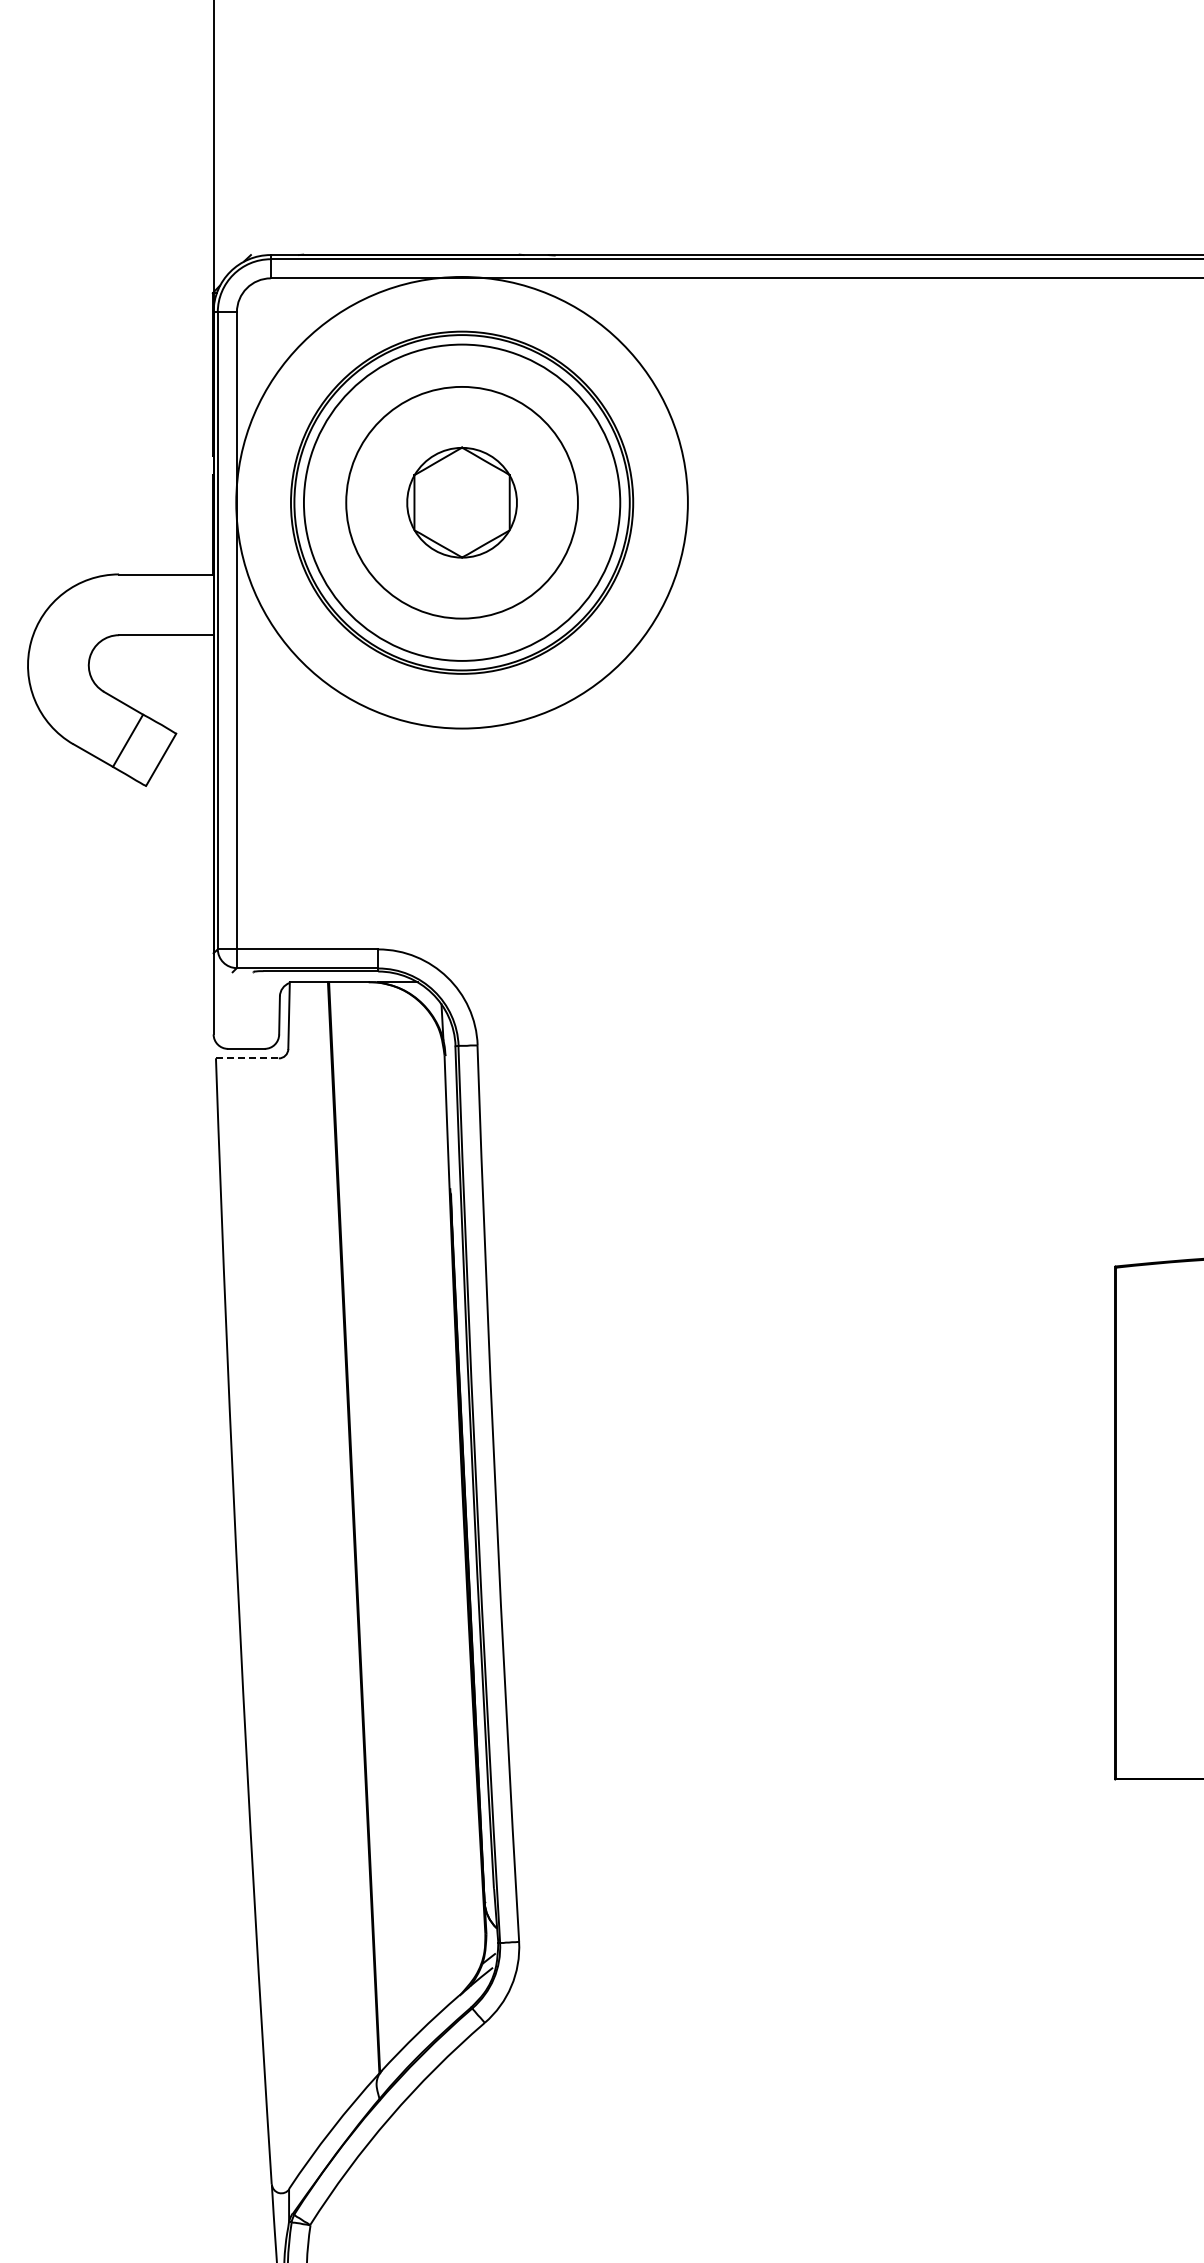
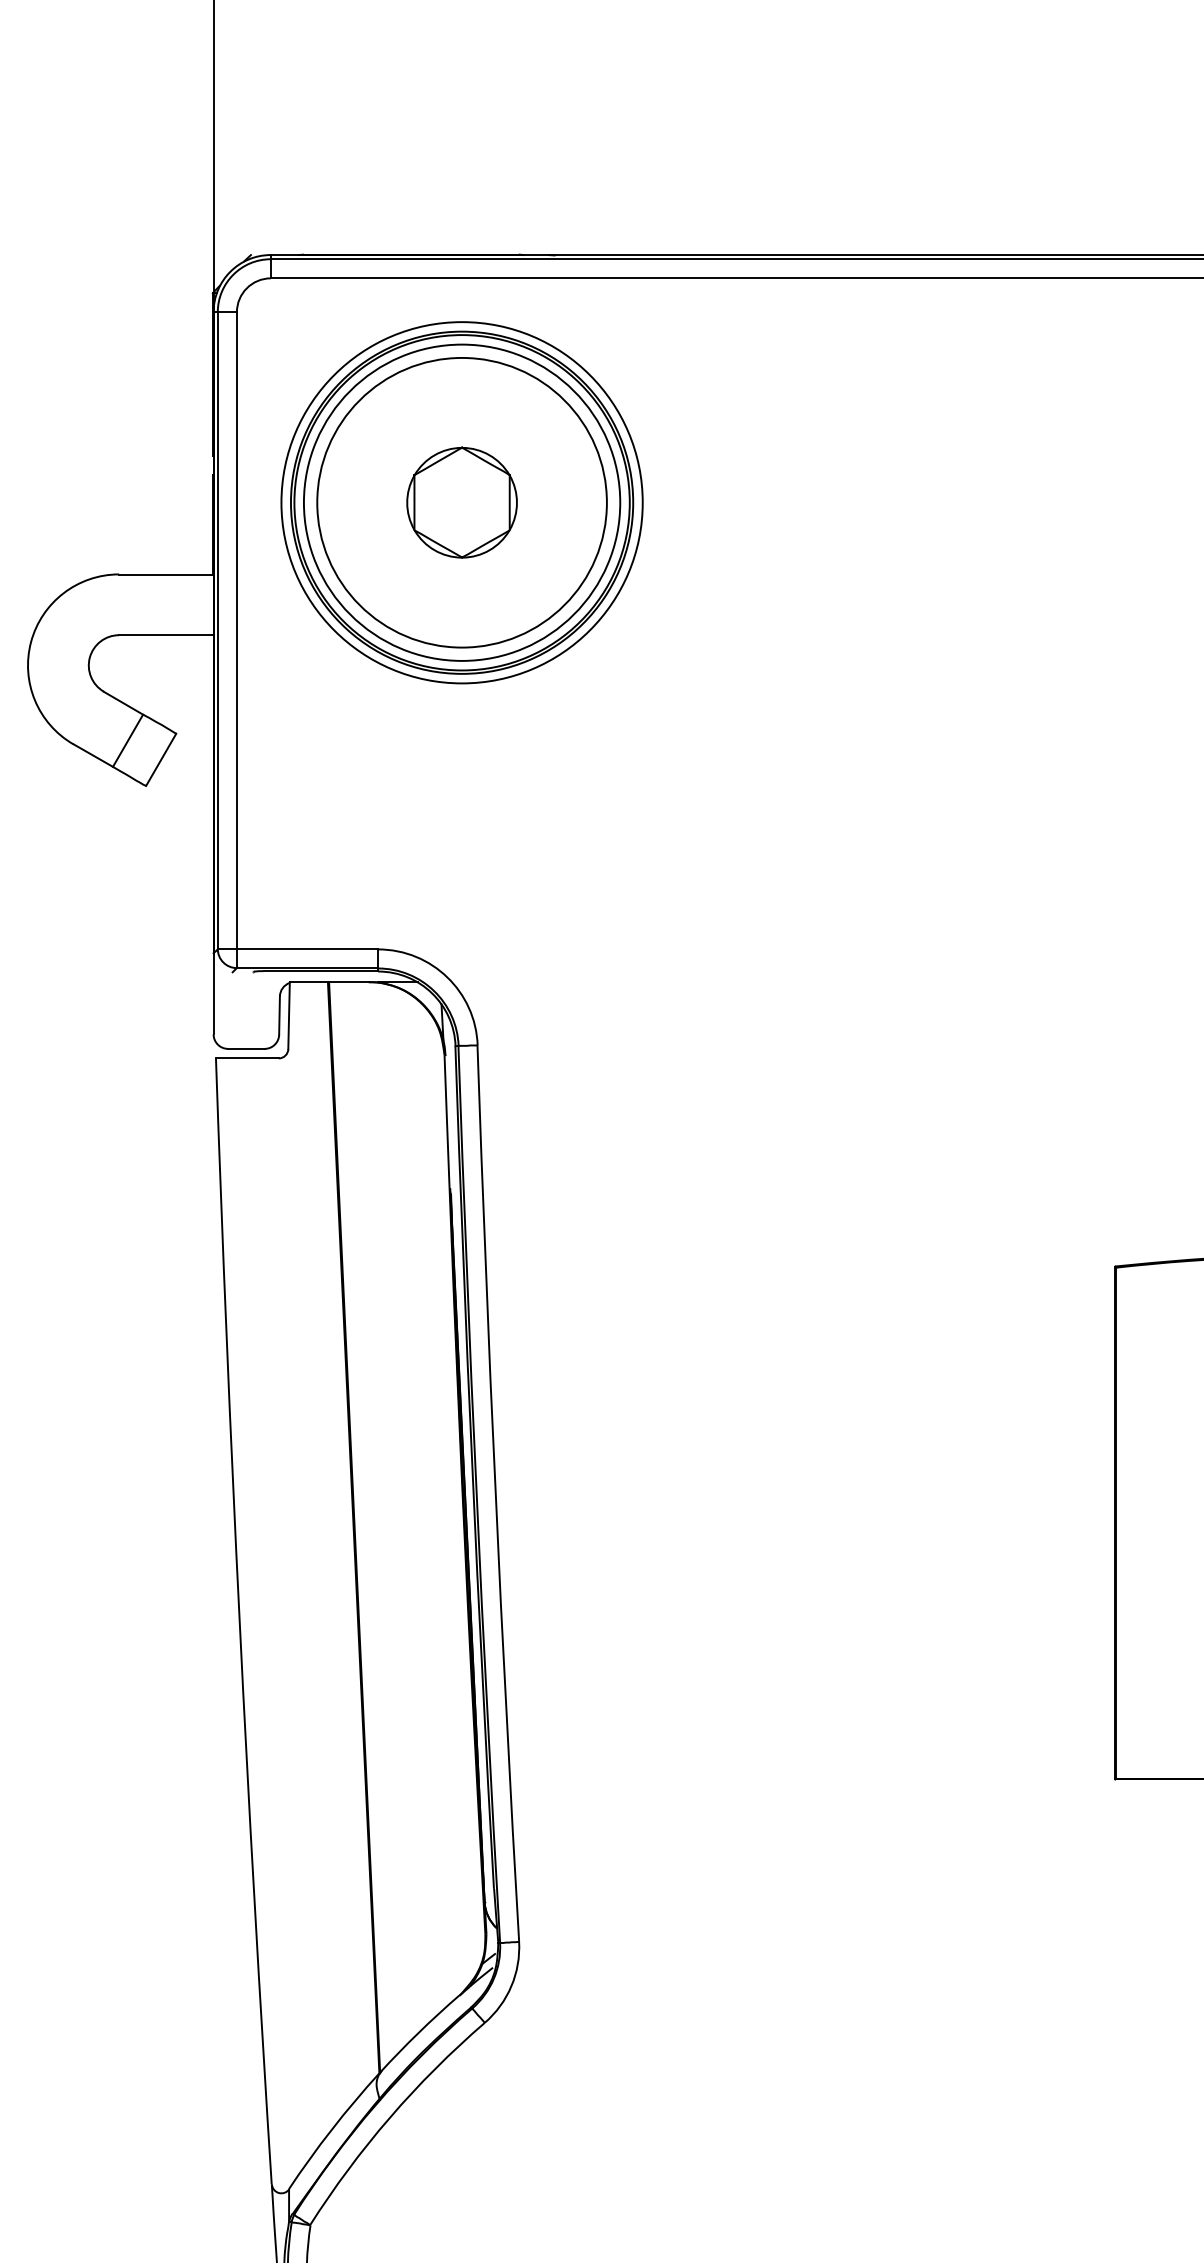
circle at (461, 502) diameter: 232 px -> 290 px
circle at (461, 502) diameter: 452 px -> 361 px
line at (247, 1058): dashed -> solid
